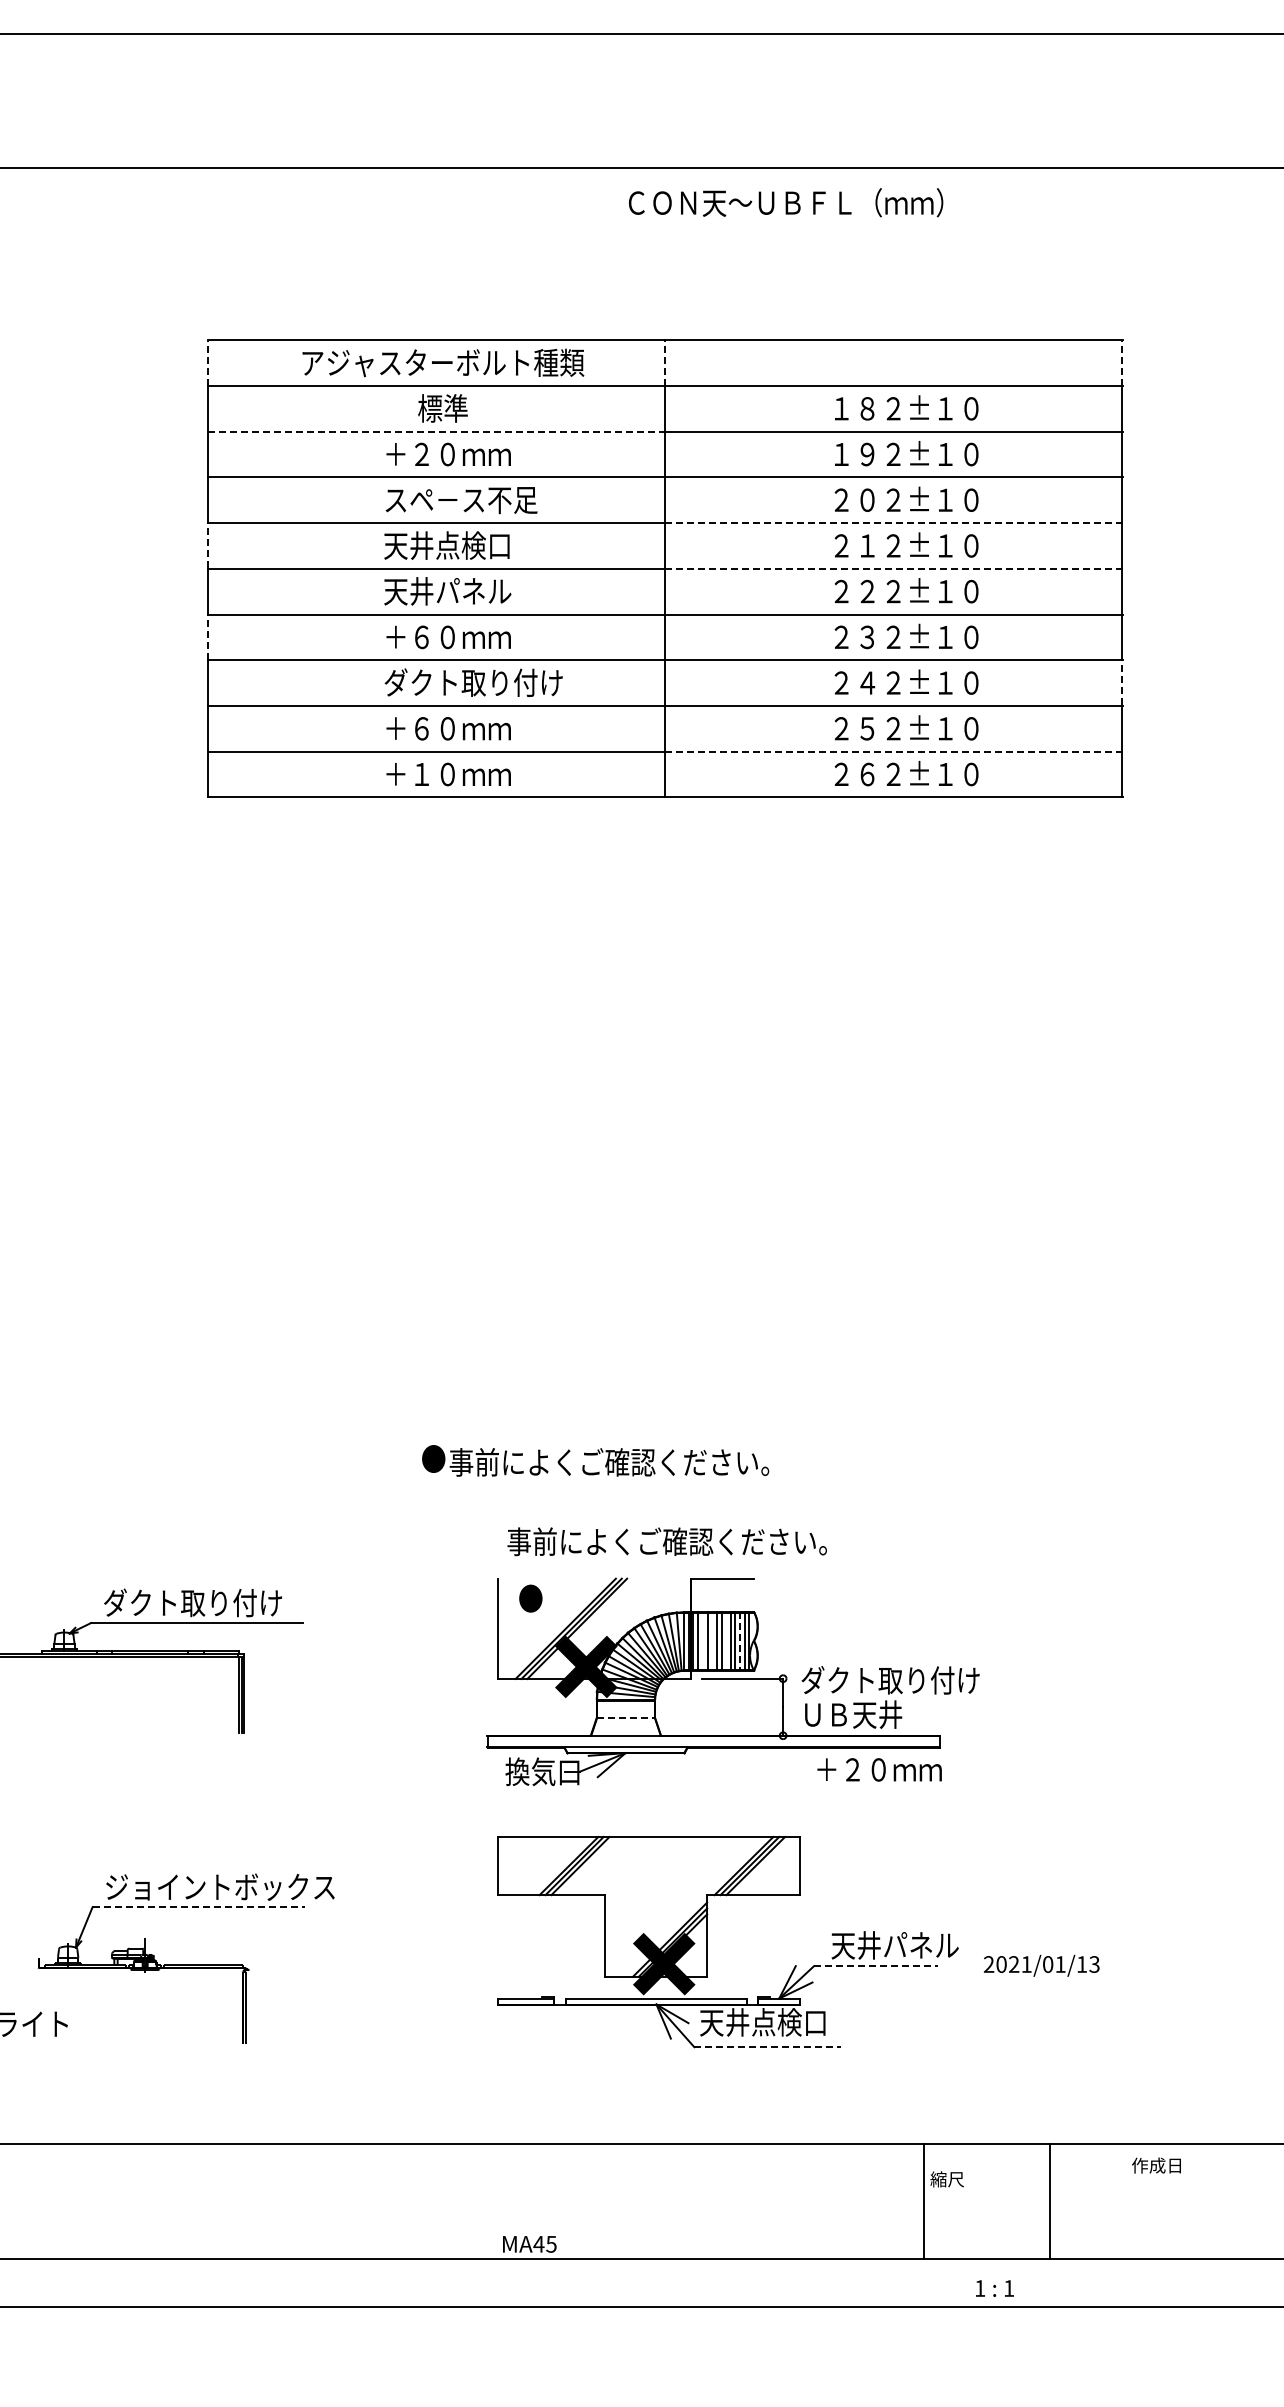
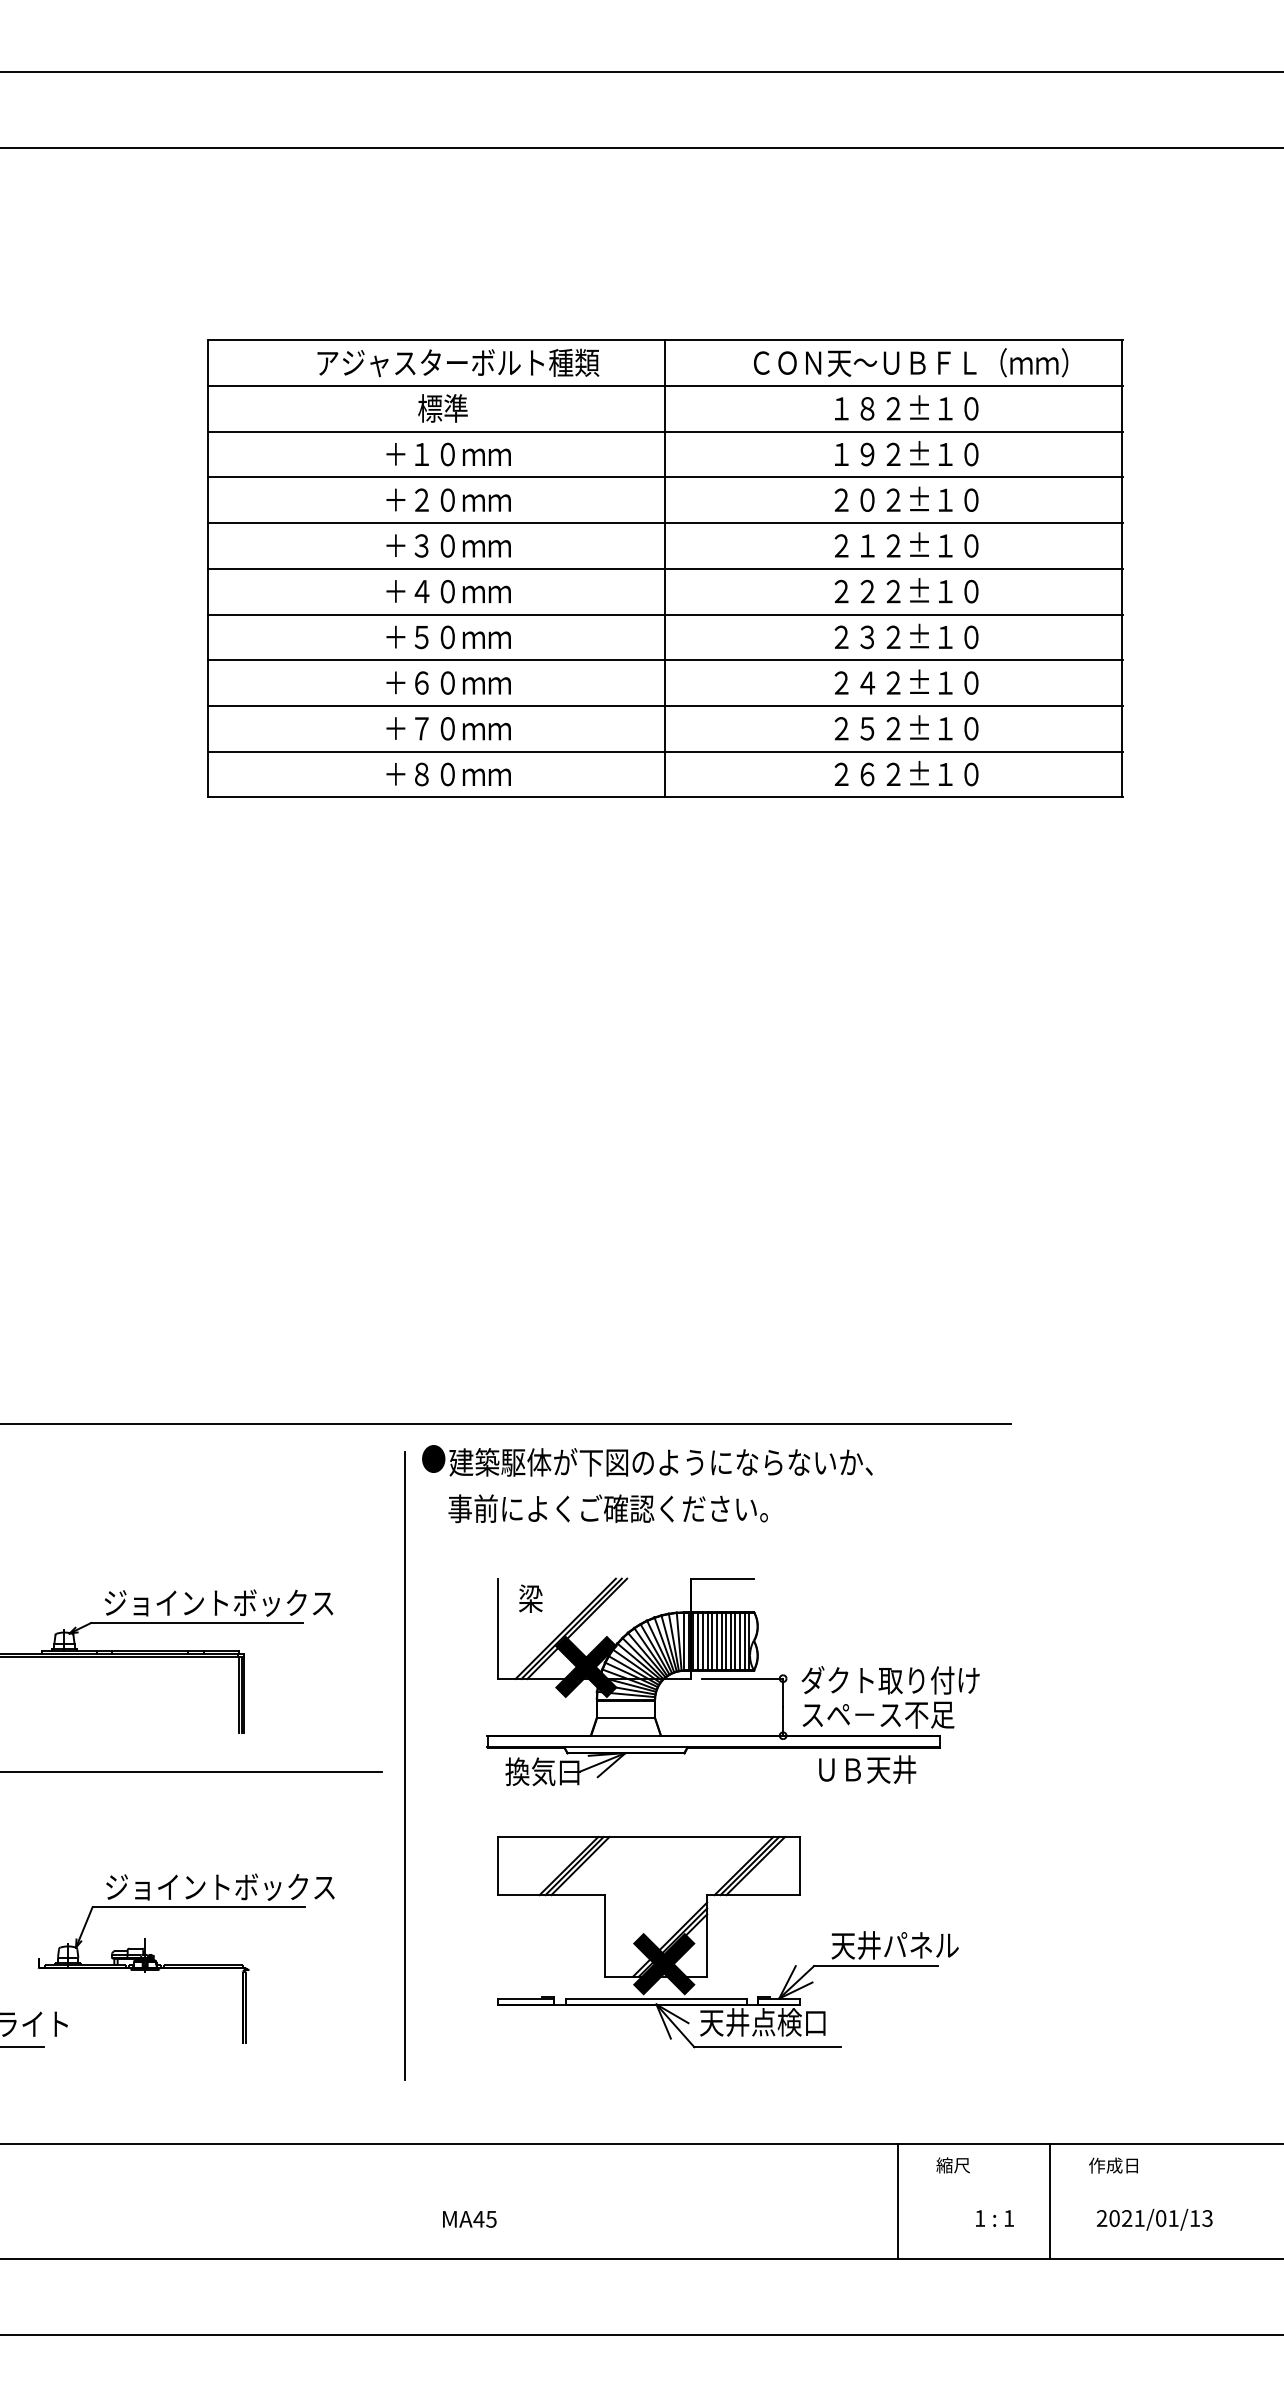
line at (641, 34) position: (641, 34) -> (641, 72)
line at (641, 168) position: (641, 168) -> (641, 148)
text at (786, 202) position: (786, 202) -> (911, 362)
line at (208, 362): dashed -> solid
text at (443, 362) position: (443, 362) -> (458, 362)
line at (665, 362): dashed -> solid
line at (1122, 362): dashed -> solid
line at (436, 431): dashed -> solid
text at (421, 453): ＋２０ｍｍ -> ＋１０ｍｍ
text at (461, 500): スペ－ス不足 -> ＋２０ｍｍ
line at (894, 523): dashed -> solid
line at (208, 545): dashed -> solid
text at (447, 545): 天井点検口 -> ＋３０ｍｍ
line at (894, 568): dashed -> solid
text at (447, 591): 天井パネル -> ＋４０ｍｍ
line at (208, 636): dashed -> solid
text at (421, 637): ＋６０ｍｍ -> ＋５０ｍｍ
text at (473, 682): ダクト取り付け -> ＋６０ｍｍ
line at (1122, 682): dashed -> solid
text at (421, 728): ＋６０ｍｍ -> ＋７０ｍｍ
line at (894, 751): dashed -> solid
text at (421, 774): ＋１０ｍｍ -> ＋８０ｍｍ
line at (506, 1423): none -> present
text at (660, 1462): 事前によくご確認ください。 -> 建築駆体が下図のようにならないか、
text at (666, 1541) position: (666, 1541) -> (607, 1508)
text at (530, 1598): ● -> 梁
text at (218, 1602): ダクト取り付け -> ジョイントボックス
line at (702, 1641): none -> present
line at (711, 1641): none -> present
line at (726, 1641): none -> present
line at (740, 1641): dashed -> solid
text at (878, 1714): ＵＢ天井 -> スペ－ス不足
line at (626, 1717): dashed -> solid
line at (404, 1765): none -> present
text at (879, 1769): ＋２０ｍｍ -> ＵＢ天井
line at (192, 1772): none -> present
line at (199, 1907): dashed -> solid
text at (1041, 1965) position: (1041, 1965) -> (1154, 2219)
line at (876, 1966): dashed -> solid
line at (23, 2046): none -> present
line at (768, 2047): dashed -> solid
text at (1156, 2165) position: (1156, 2165) -> (1113, 2165)
text at (946, 2179) position: (946, 2179) -> (952, 2165)
line at (923, 2201) position: (923, 2201) -> (897, 2201)
text at (529, 2244) position: (529, 2244) -> (469, 2219)
text at (994, 2288) position: (994, 2288) -> (994, 2218)
line at (641, 2306) position: (641, 2306) -> (641, 2334)
